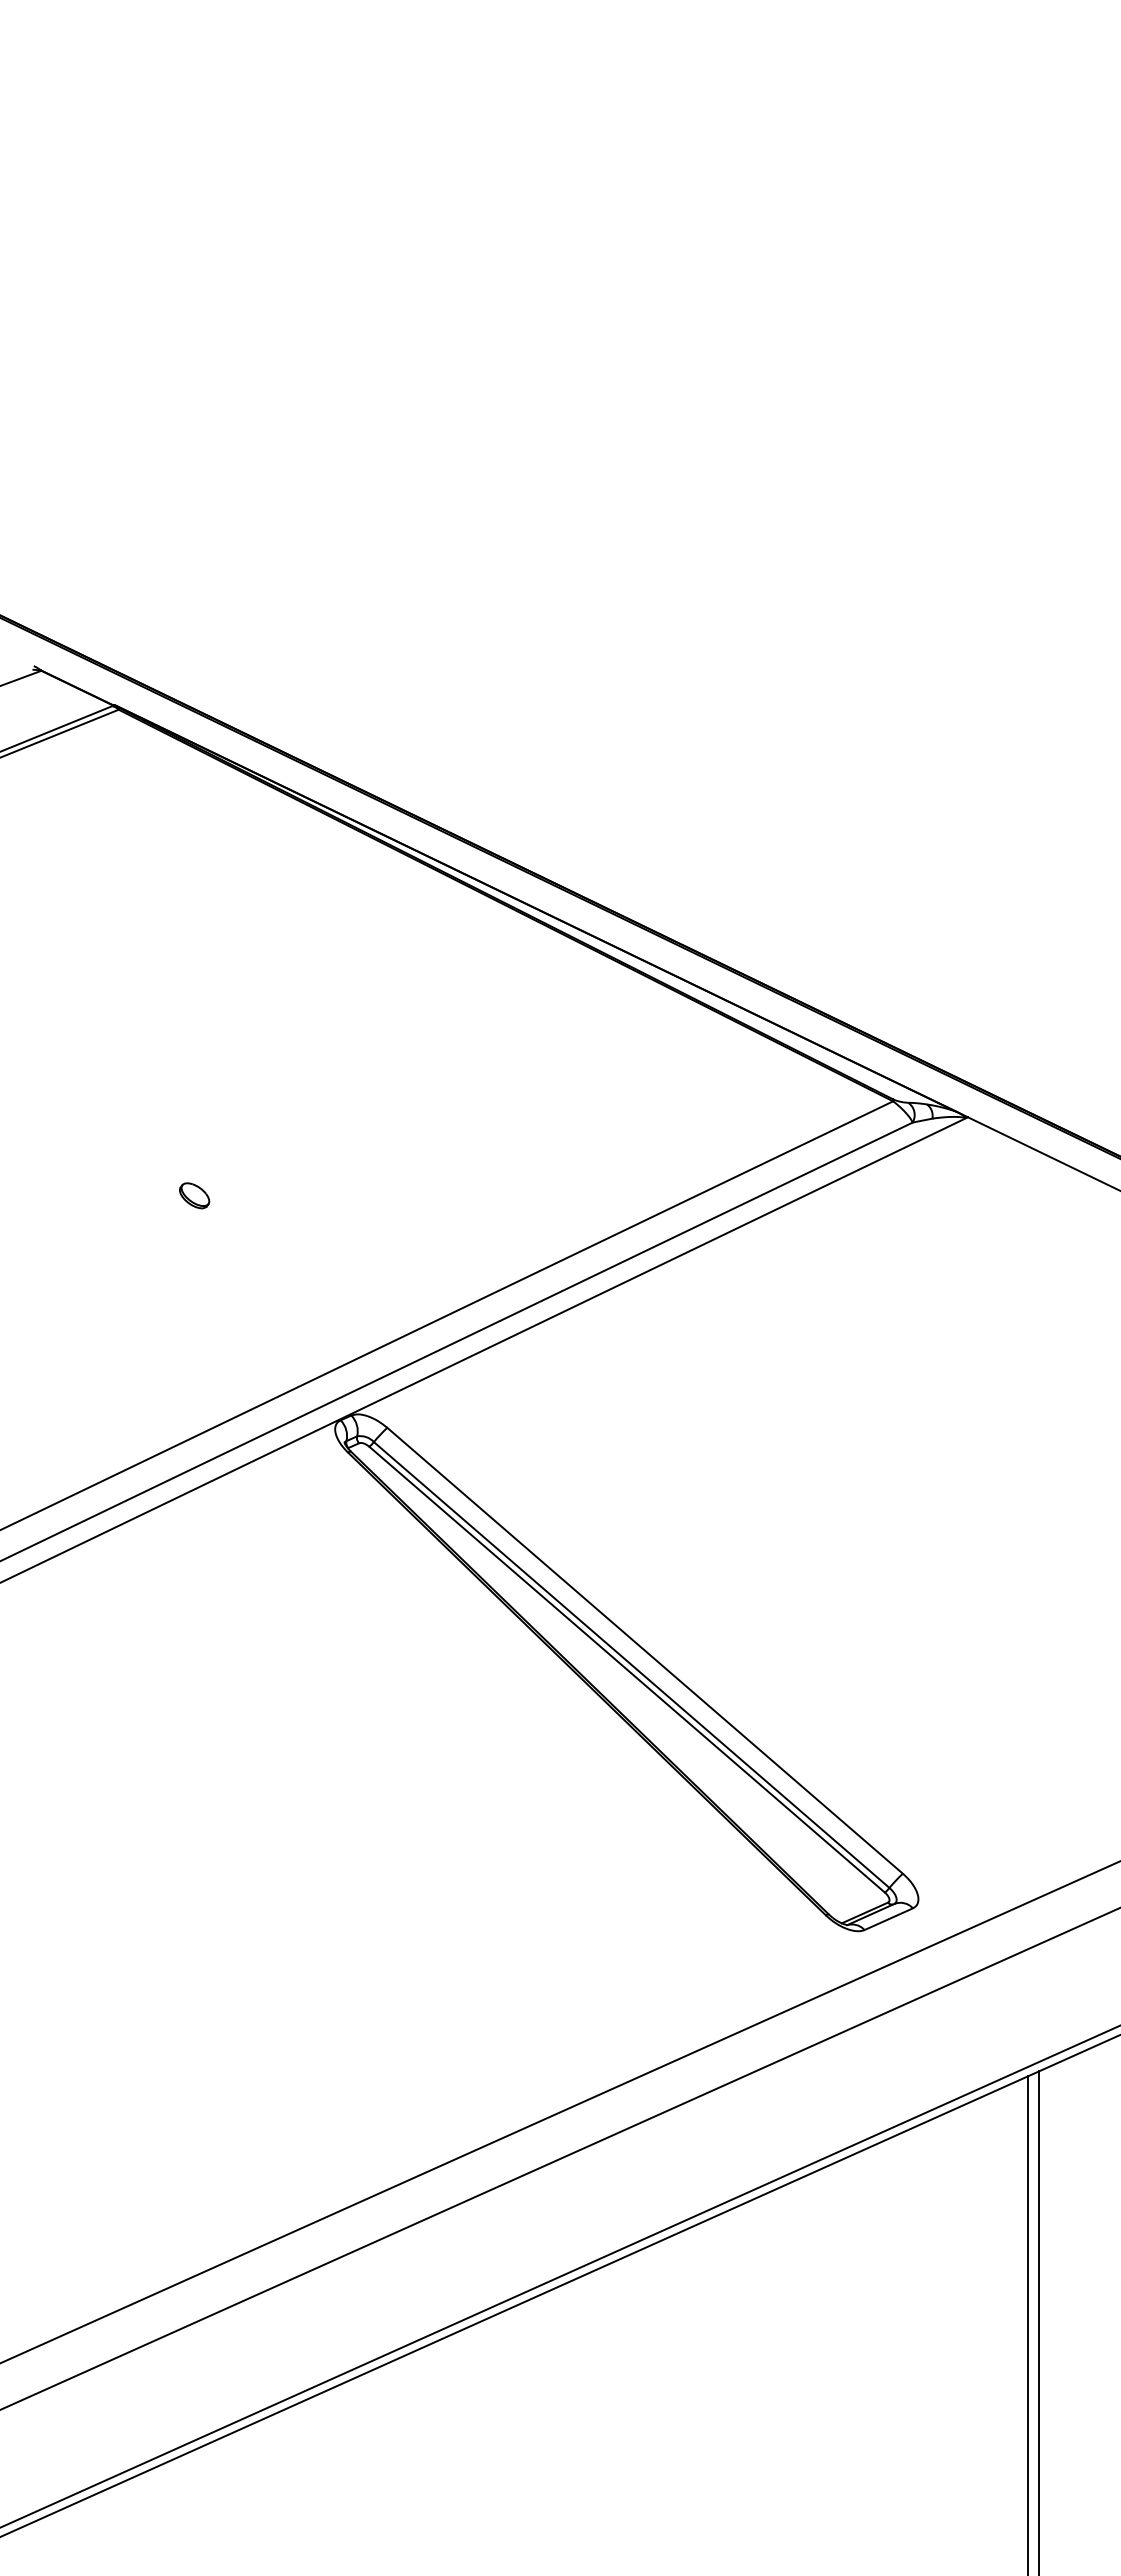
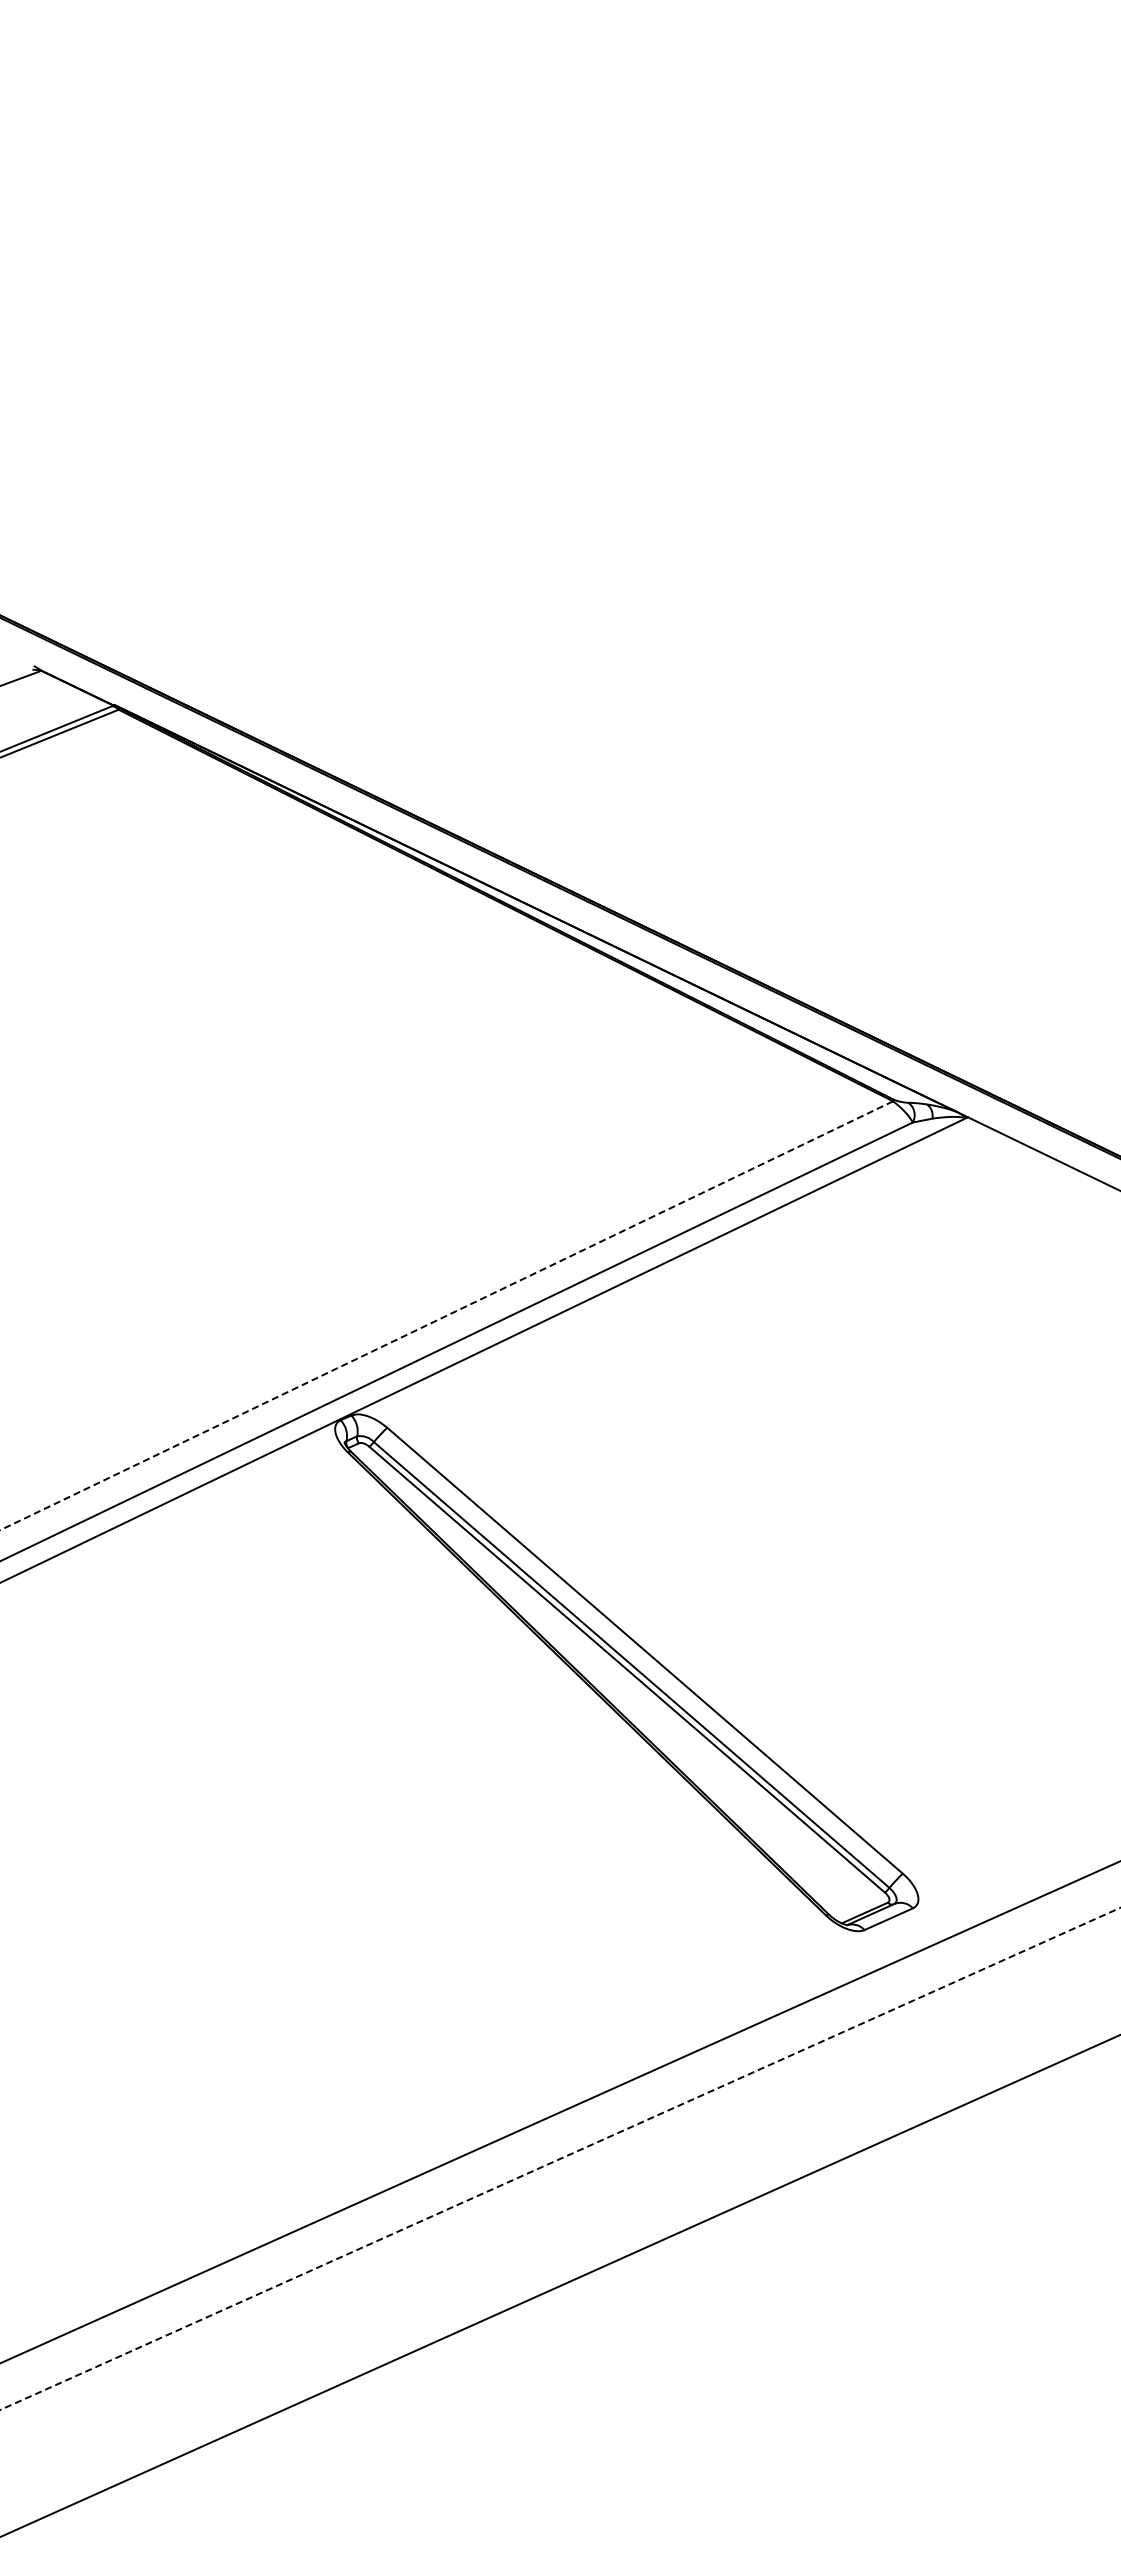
part at (194, 1195): present -> none
line at (447, 1315): solid -> dashed
line at (560, 2158): solid -> dashed
line at (559, 2276): present -> none
line at (1039, 2321): present -> none
line at (1027, 2324): present -> none
